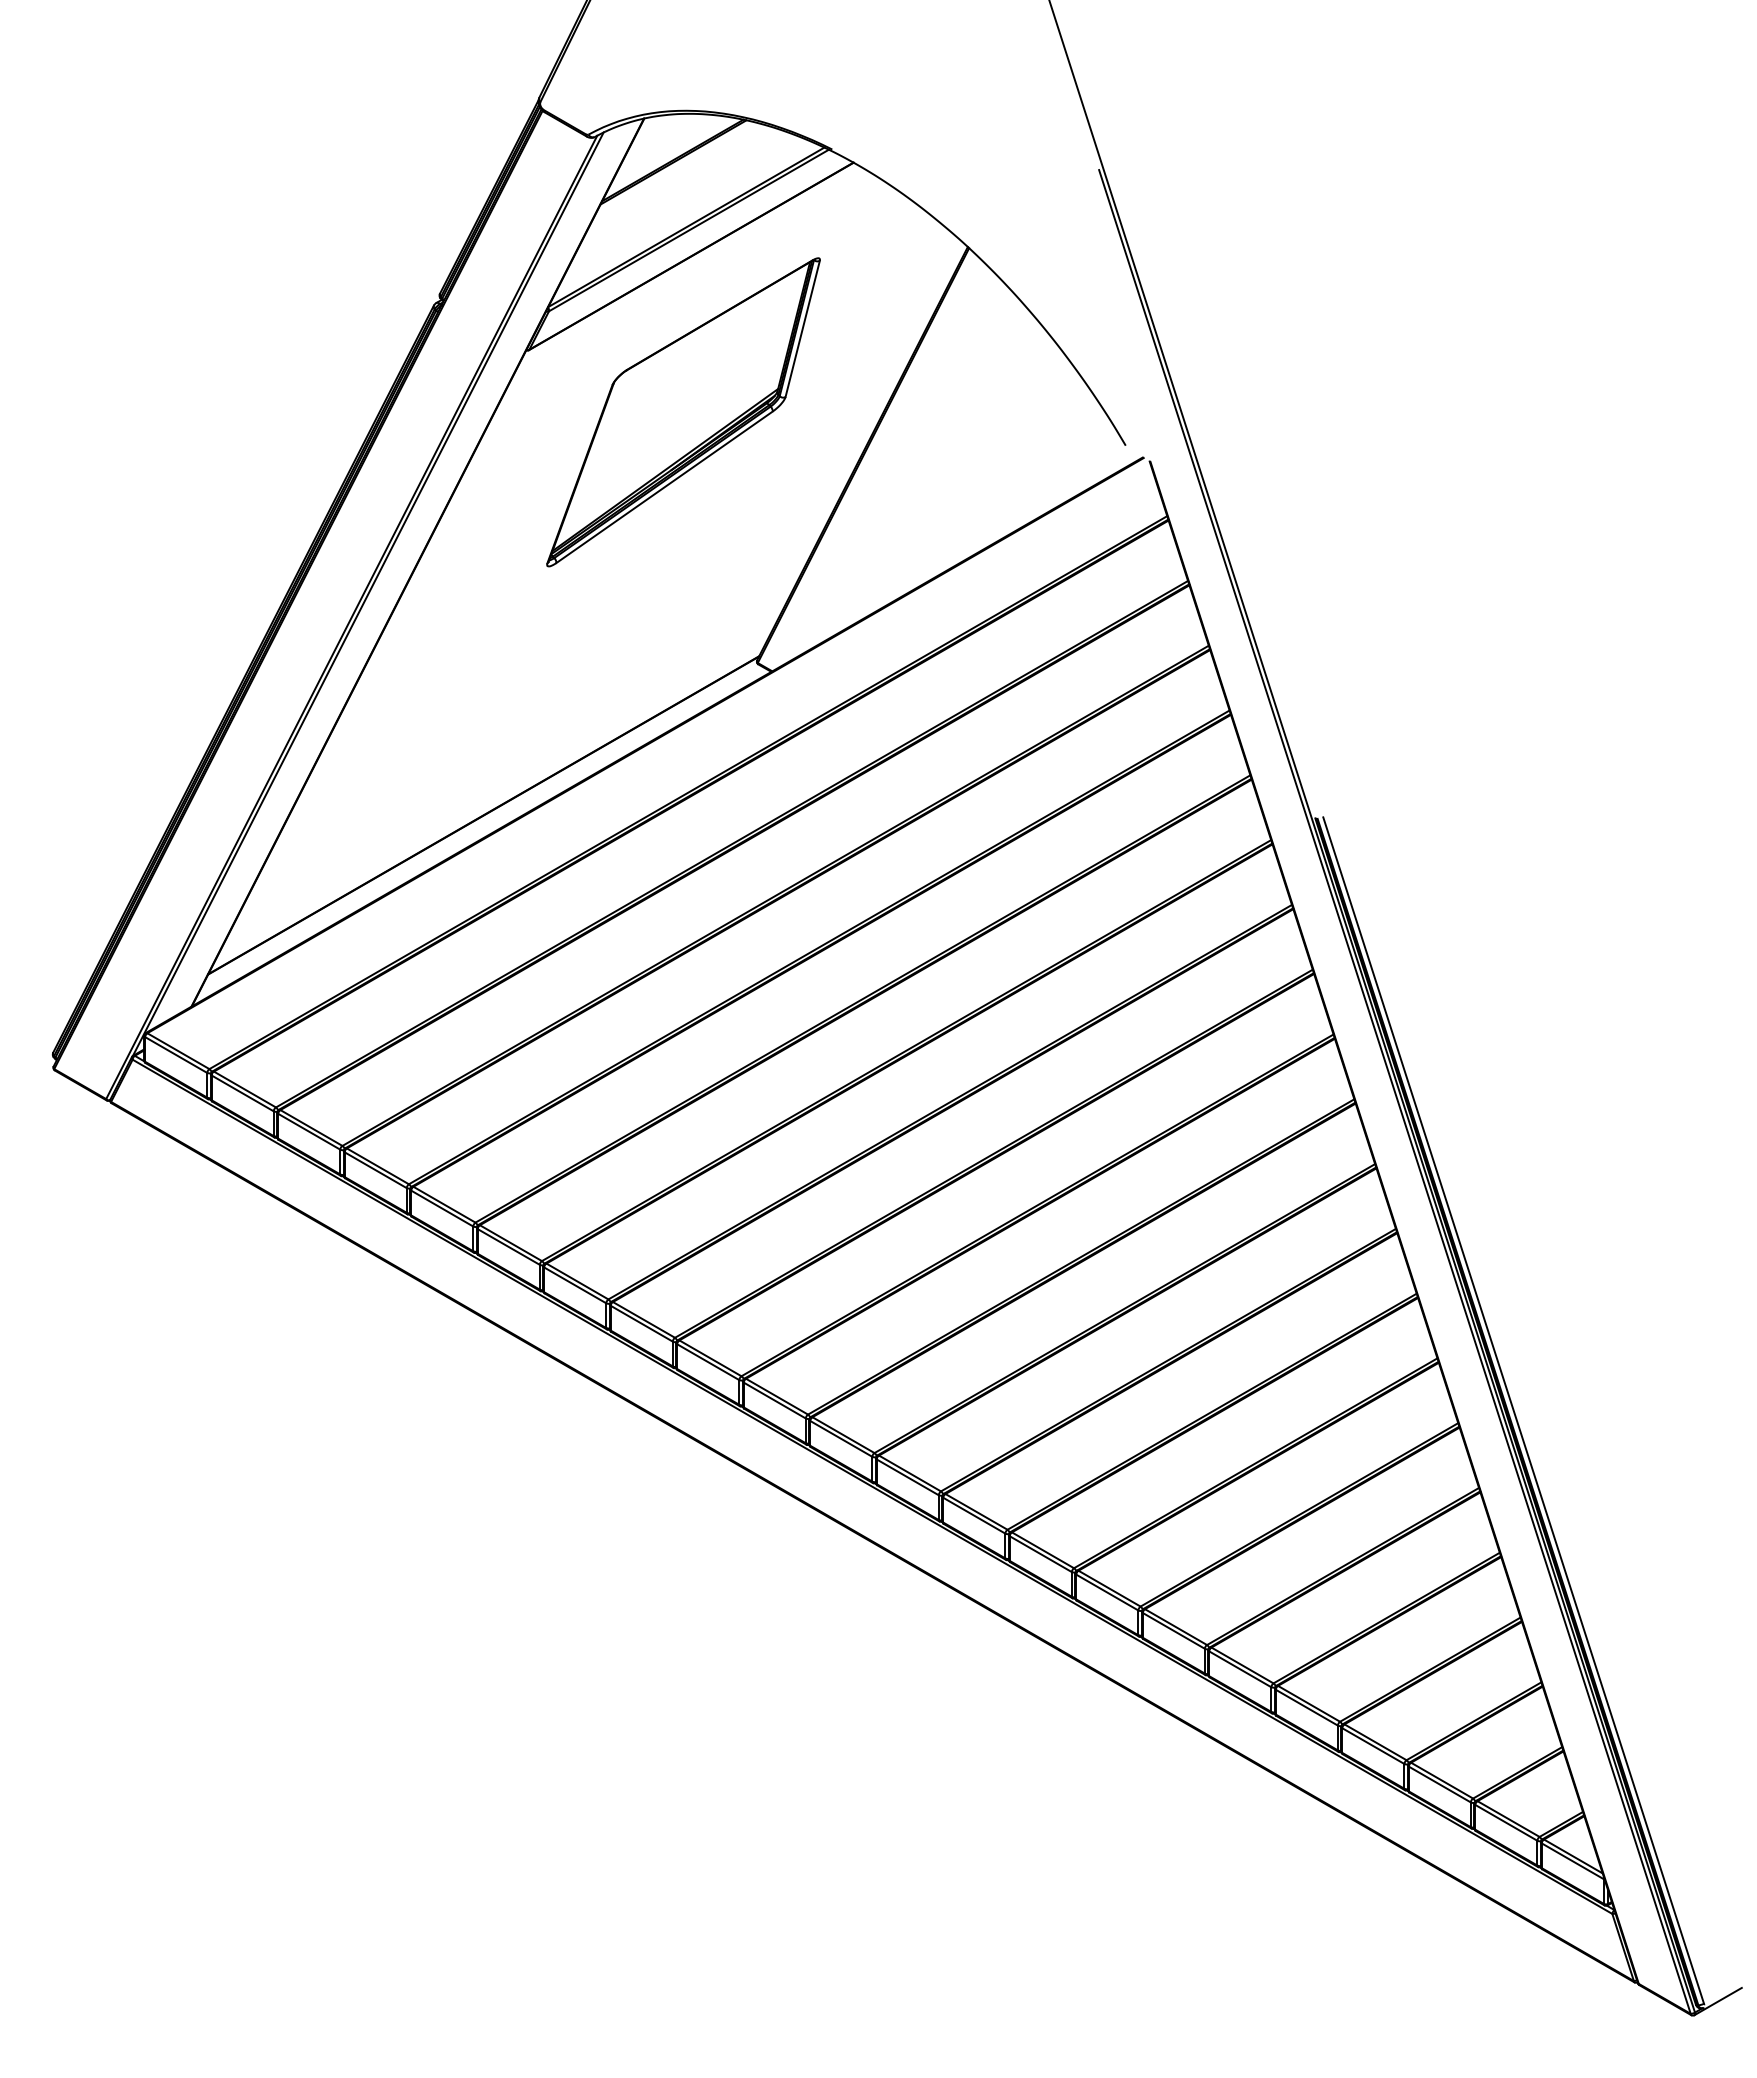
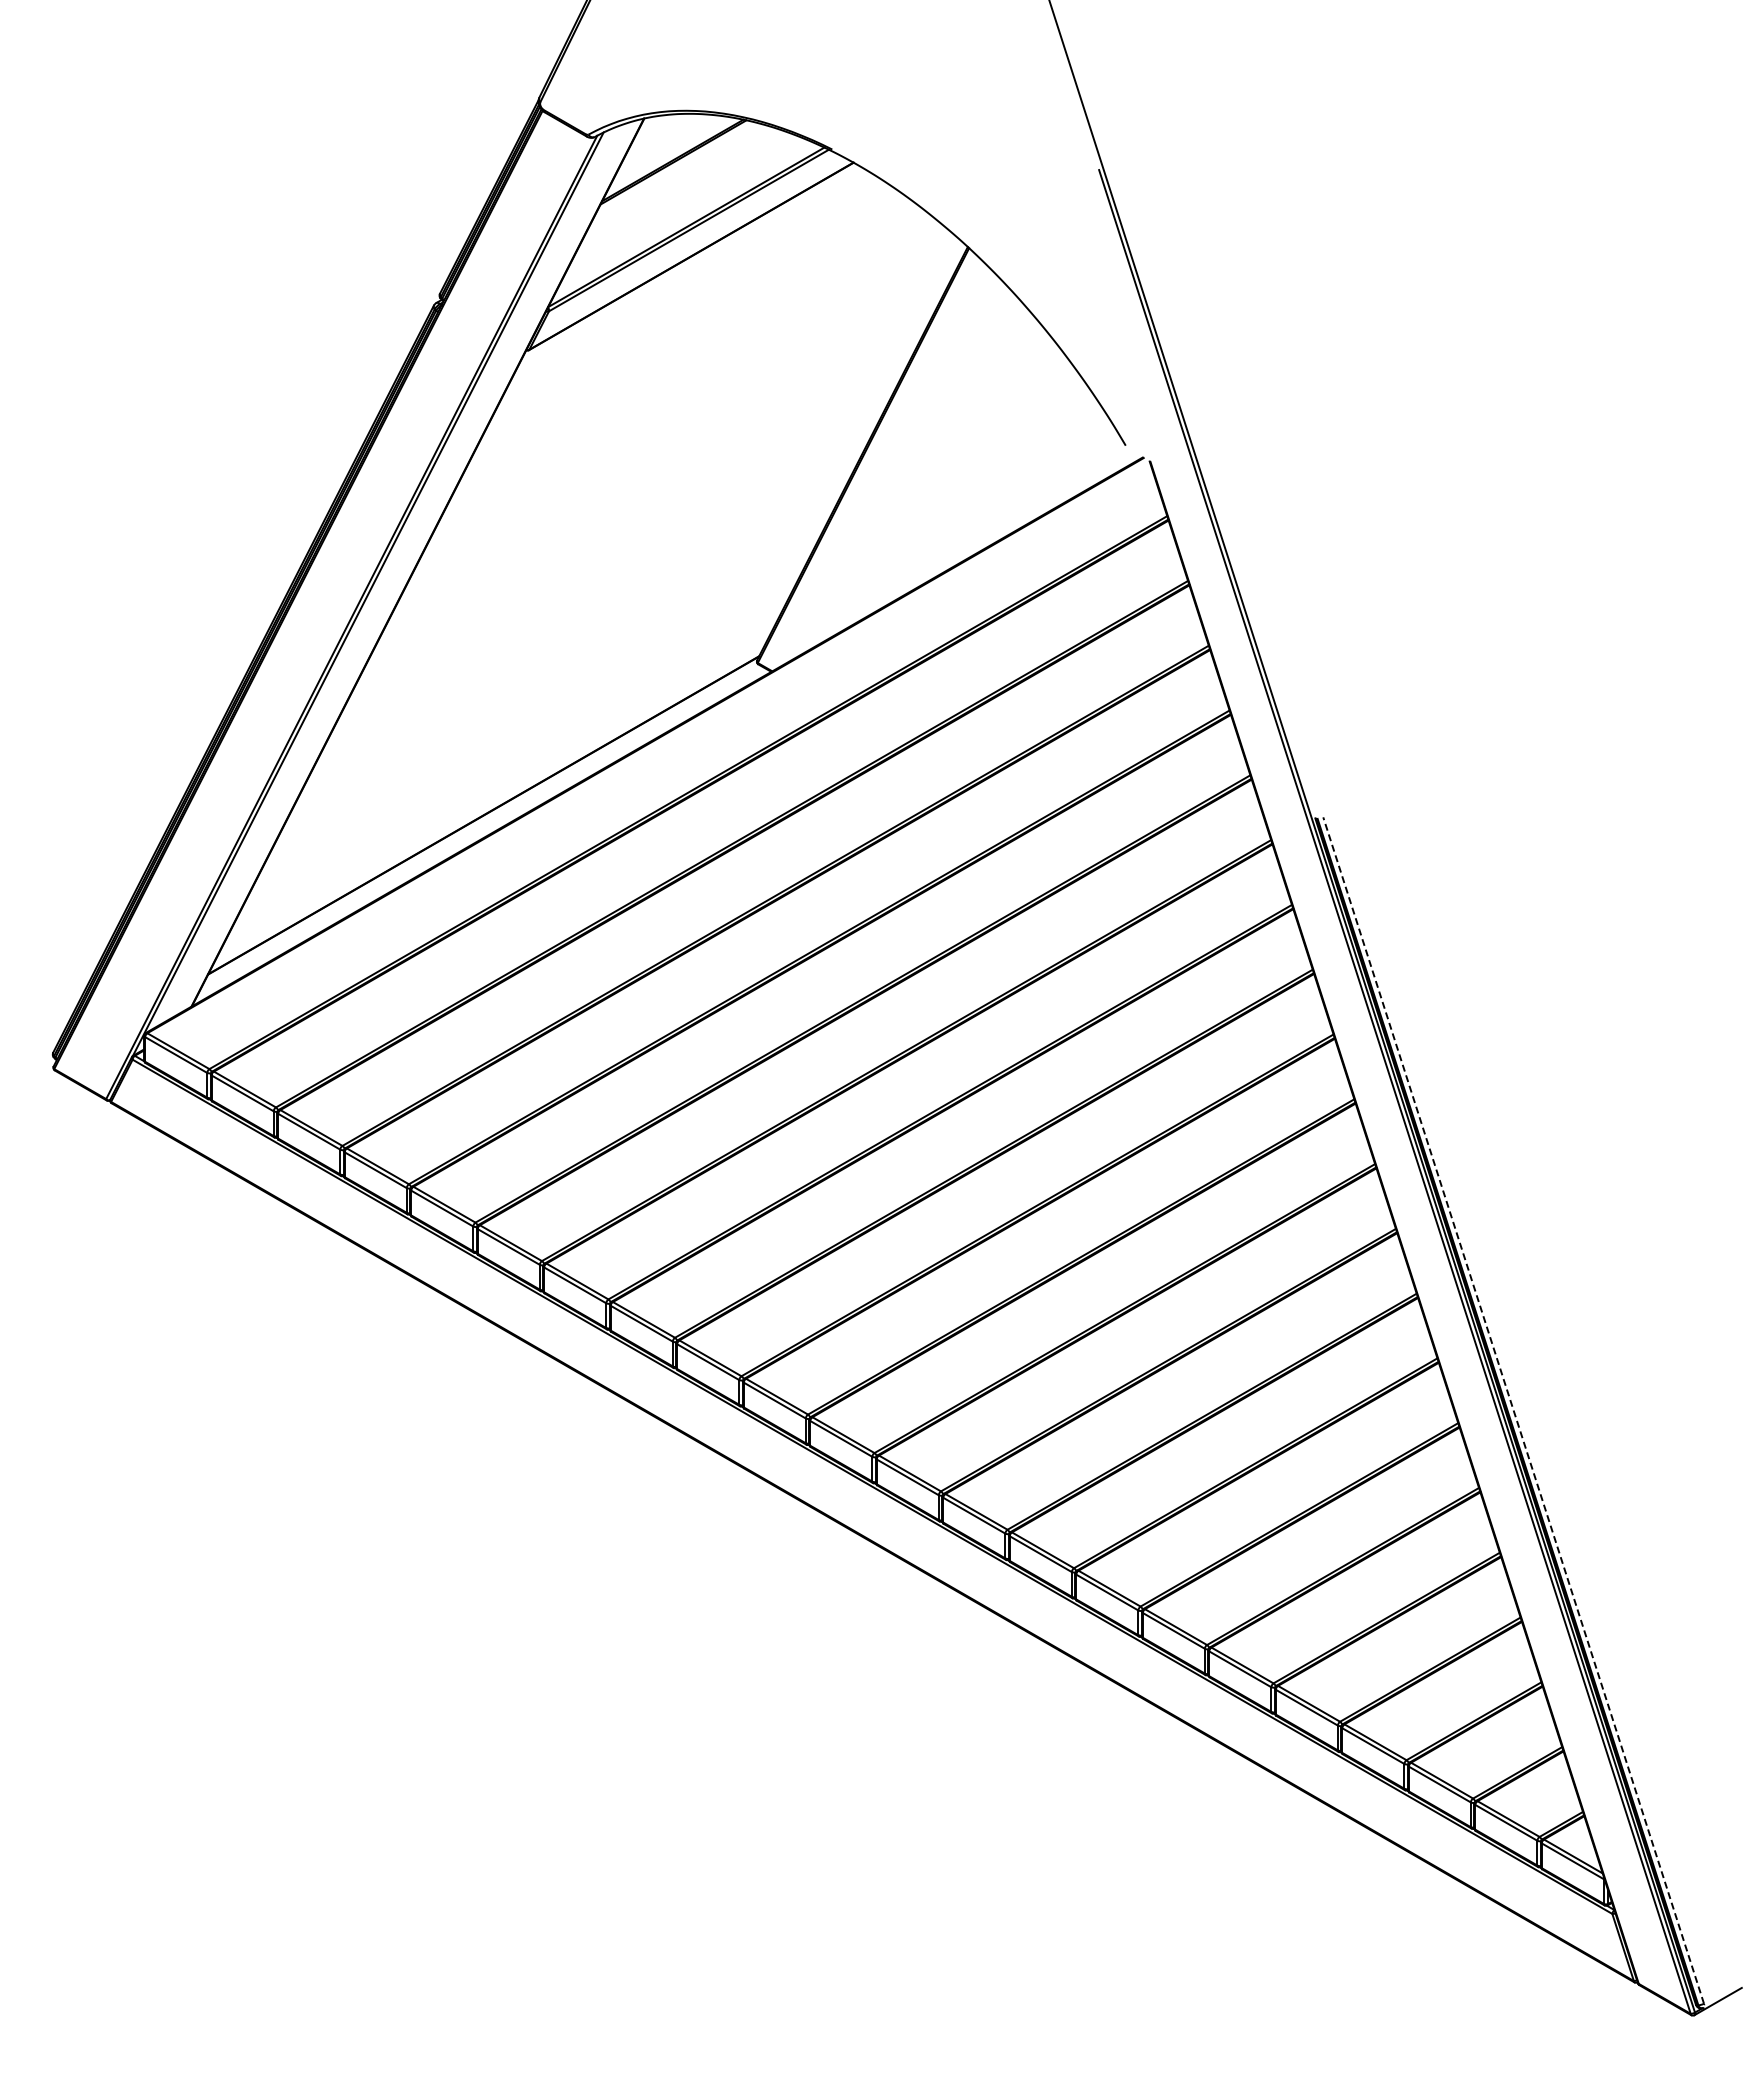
part at (683, 412): present -> none
line at (1513, 1410): solid -> dashed
